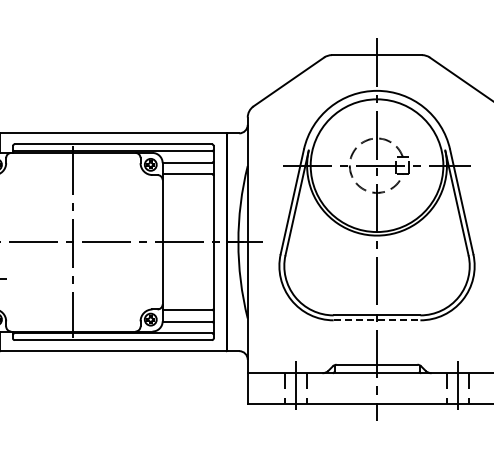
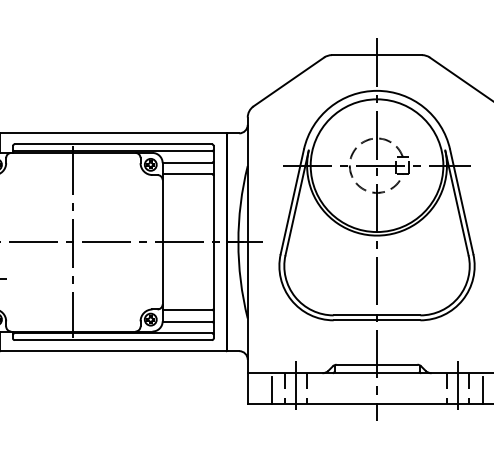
line at (377, 320): dashed -> solid
line at (271, 389): none -> present
line at (482, 389): none -> present
